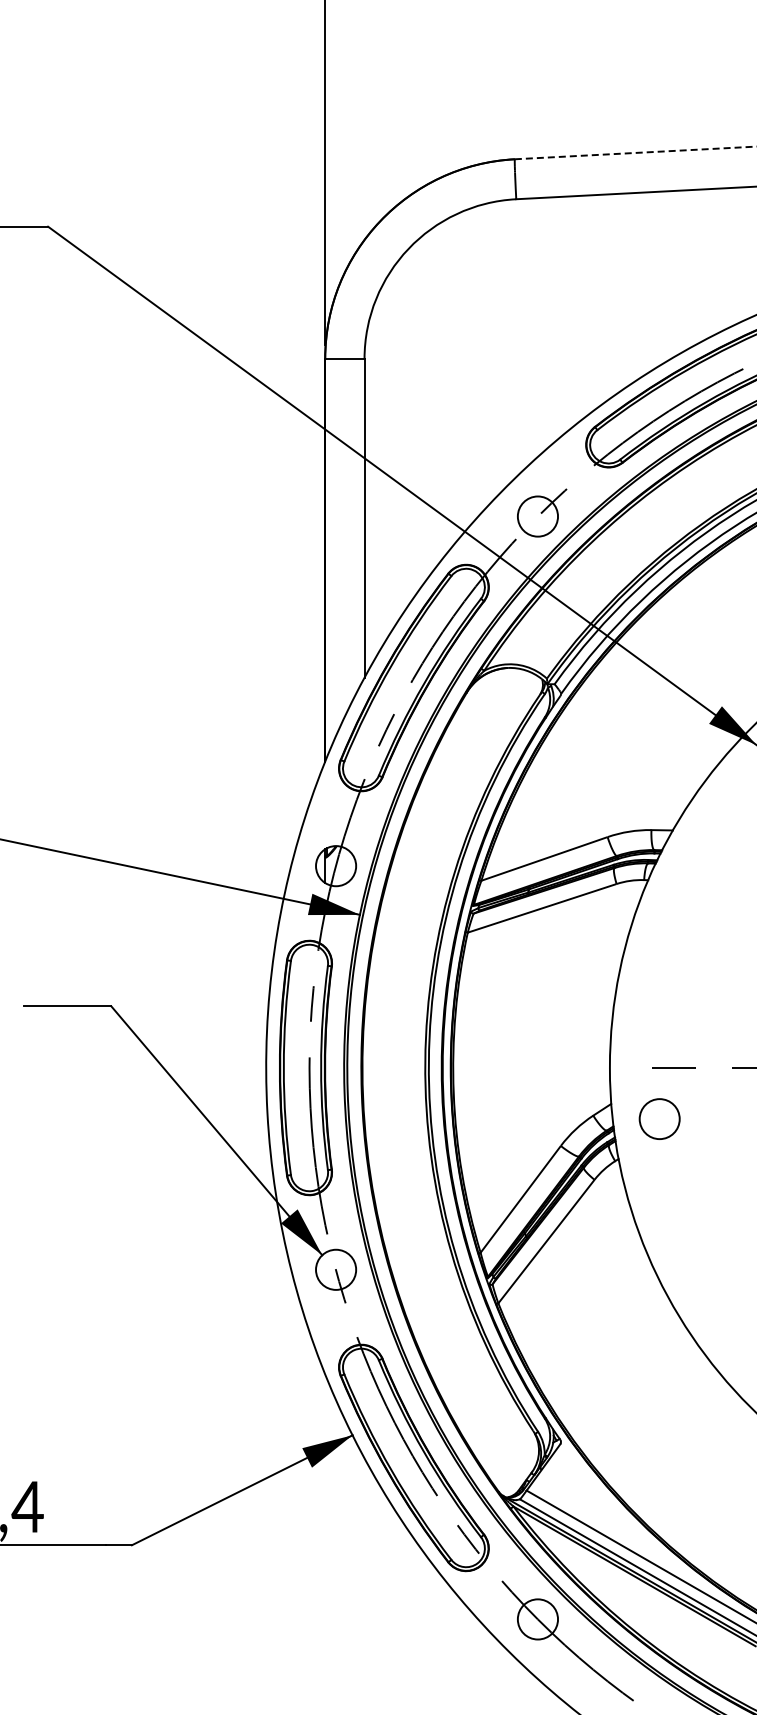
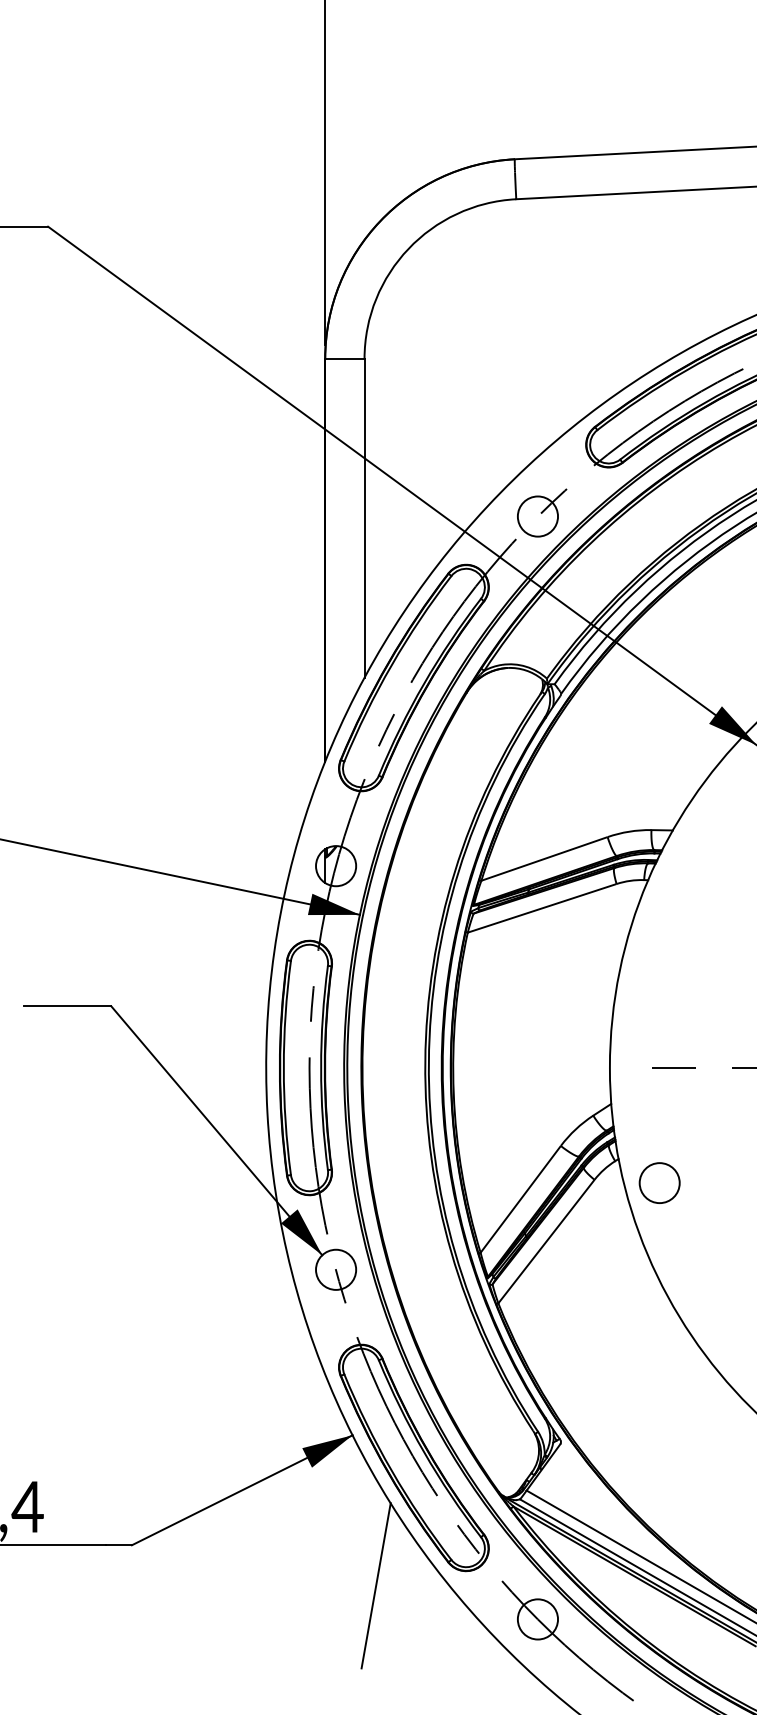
line at (635, 152): dashed -> solid
circle at (659, 1118) position: (659, 1118) -> (659, 1182)
line at (375, 1585): none -> present
